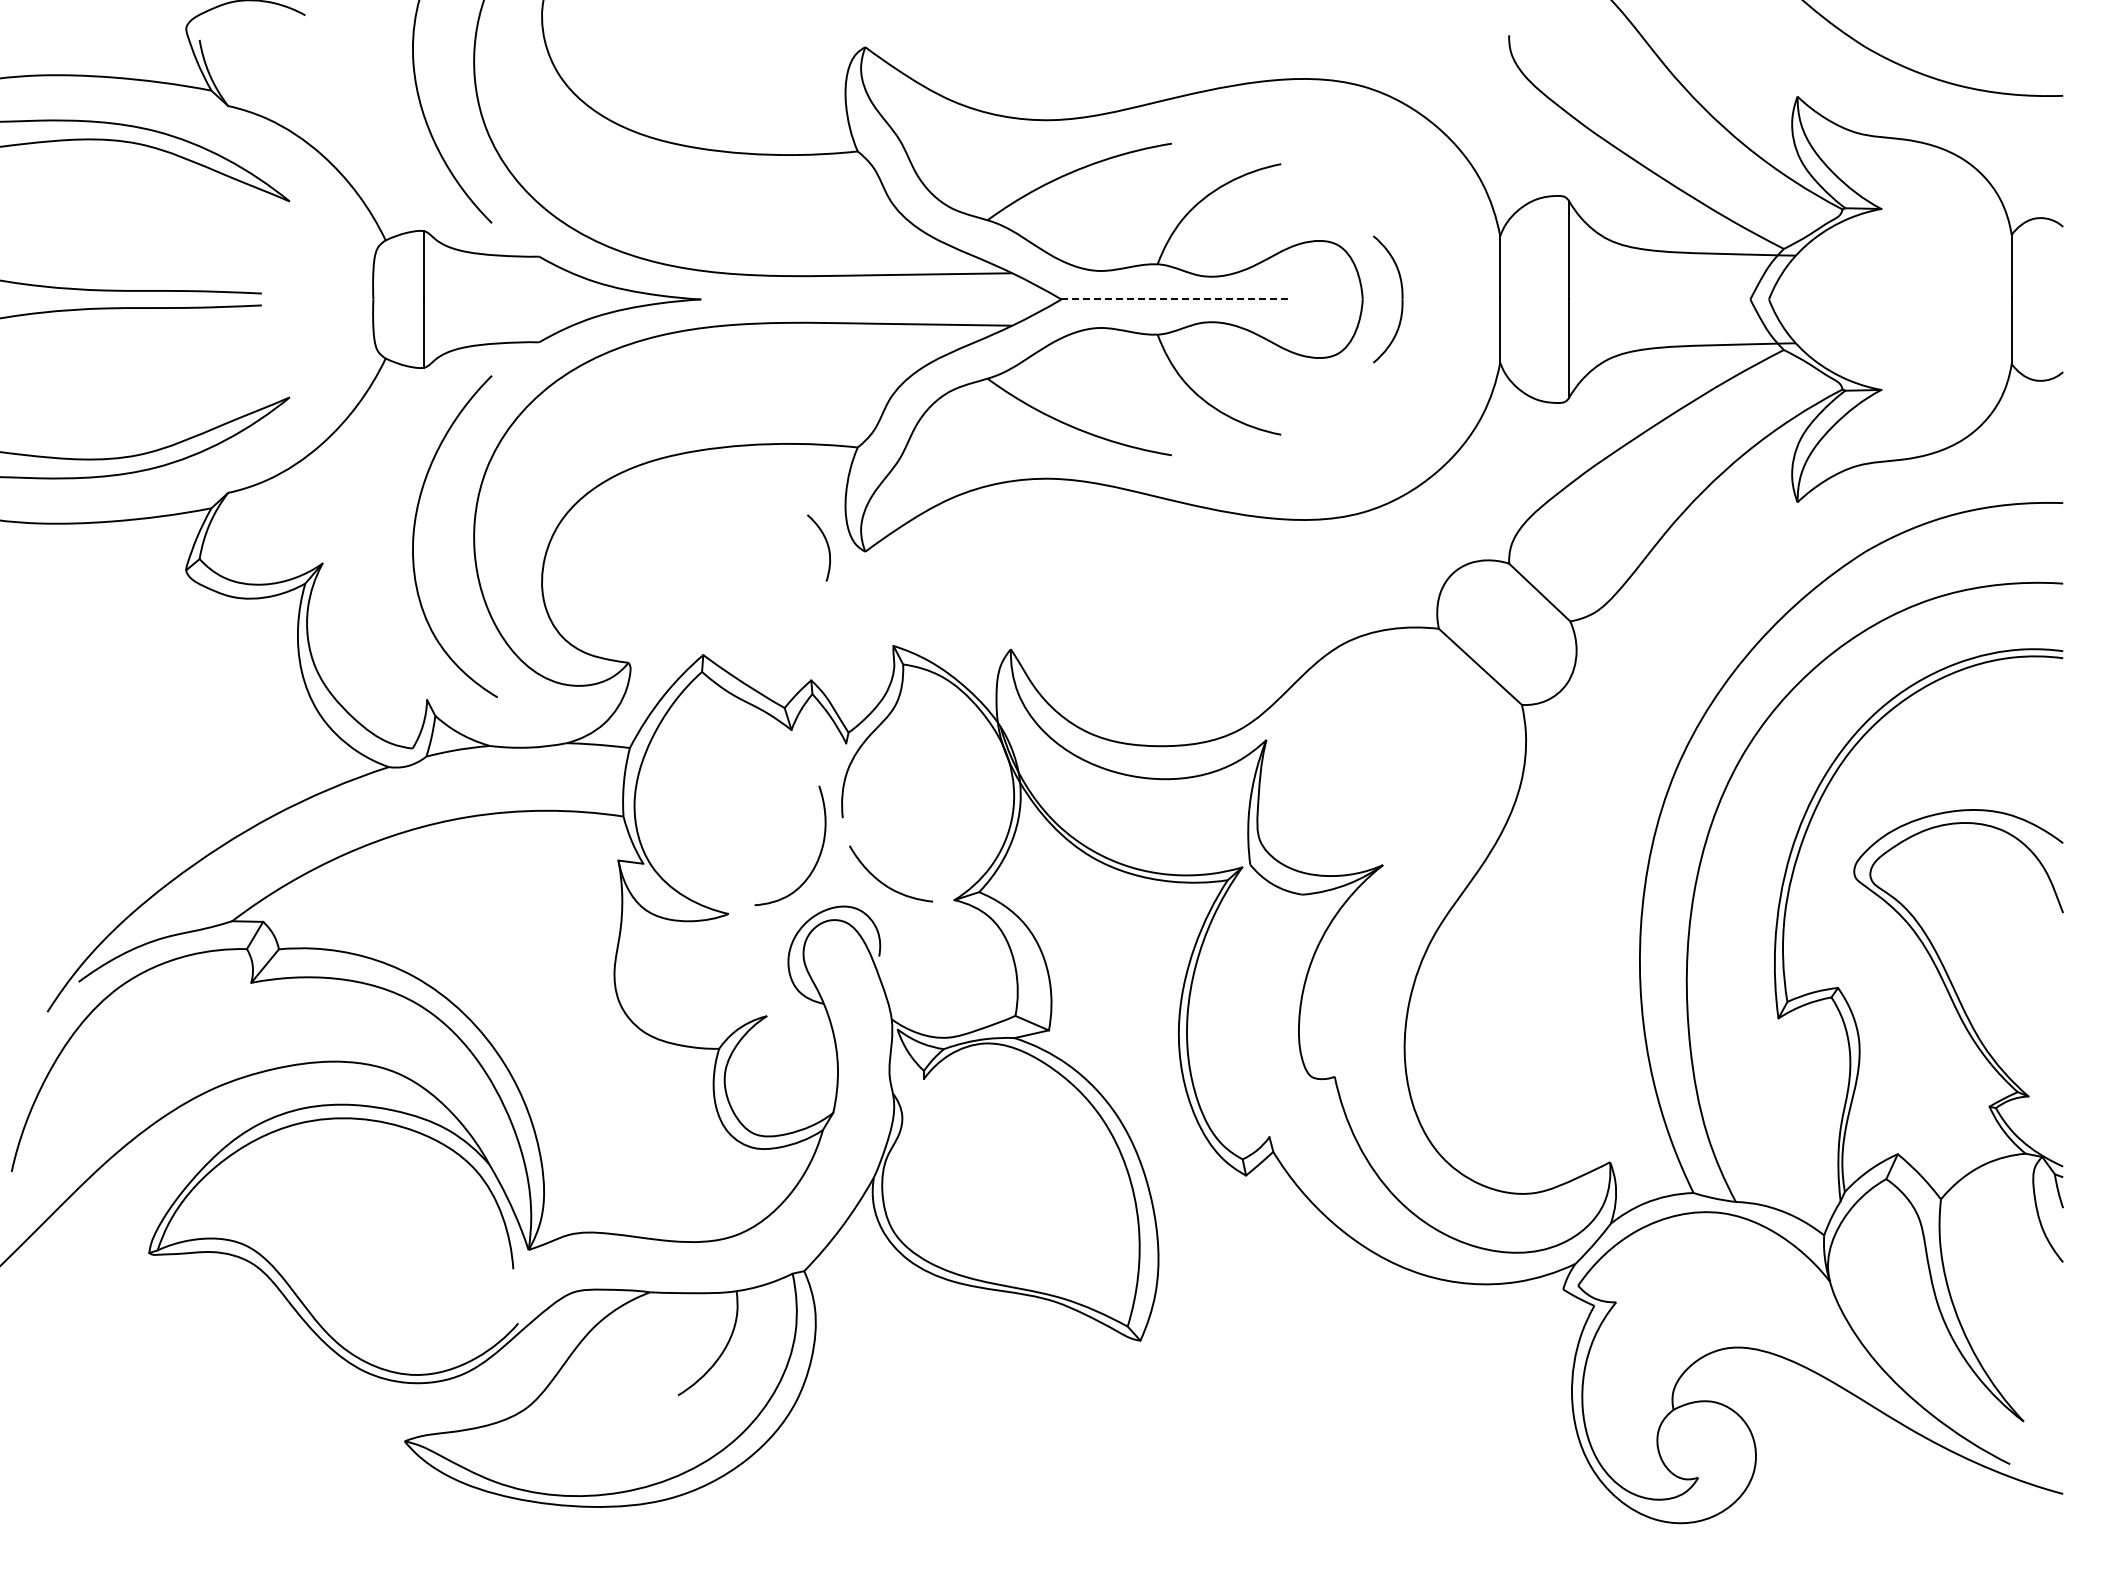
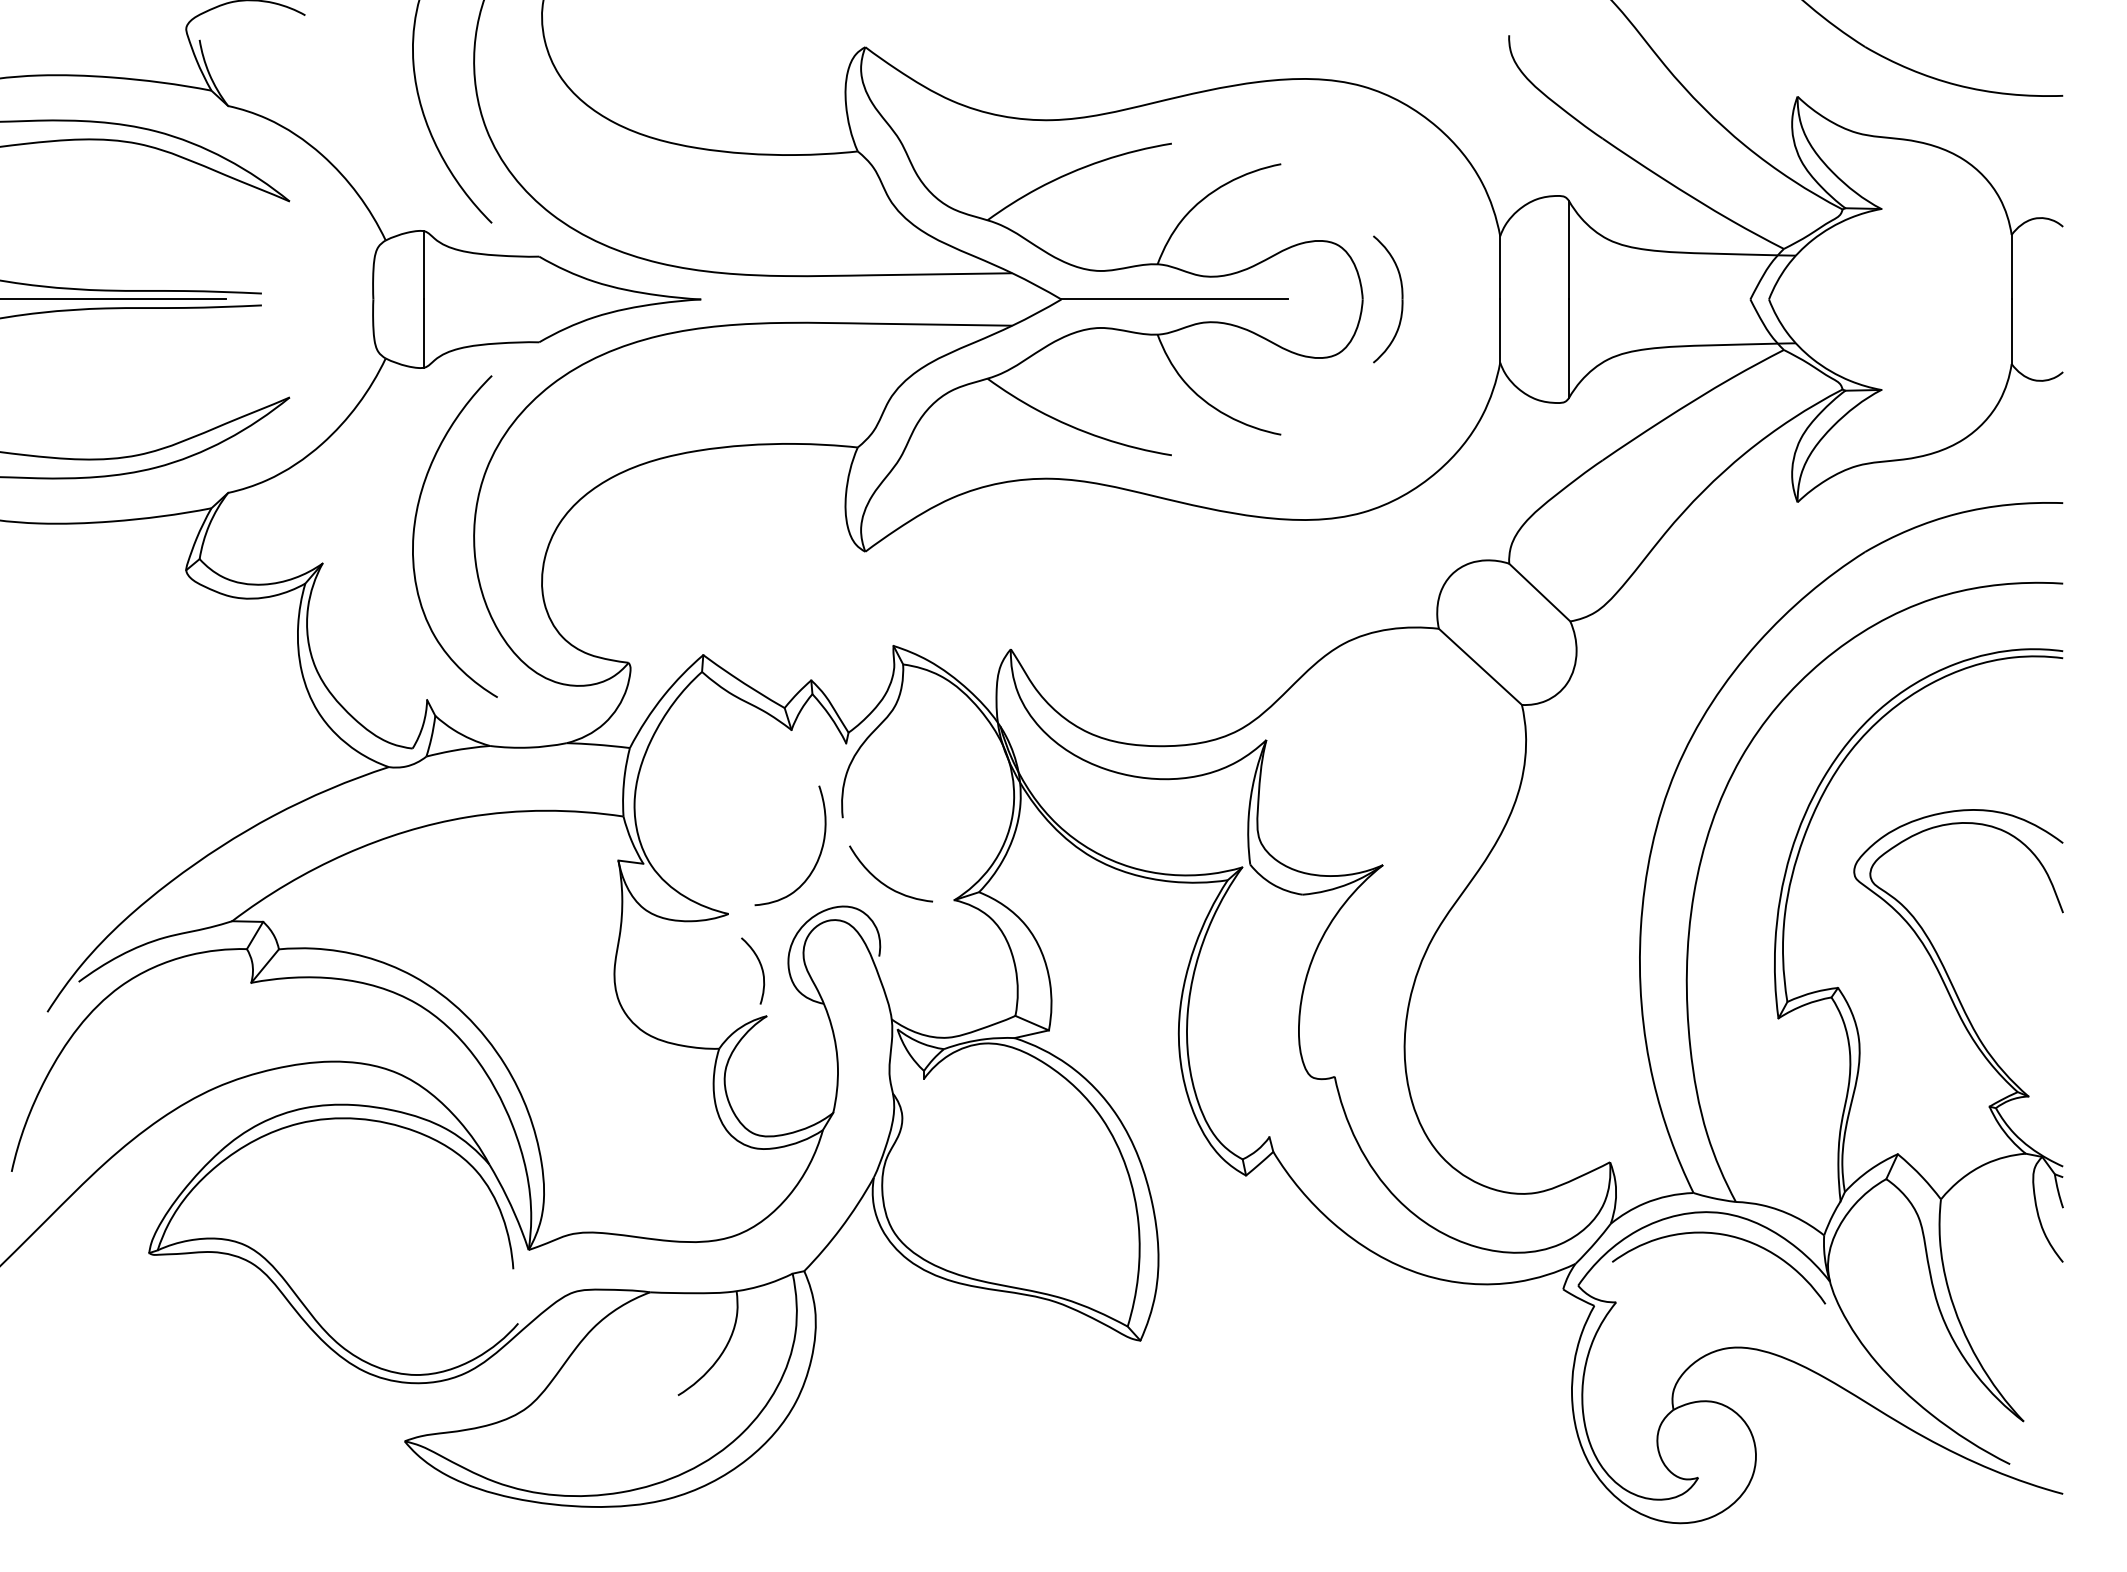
line at (113, 299): none -> present
line at (1174, 299): dashed -> solid
curve at (826, 544) position: (826, 544) -> (760, 967)
curve at (1726, 1236): none -> present
